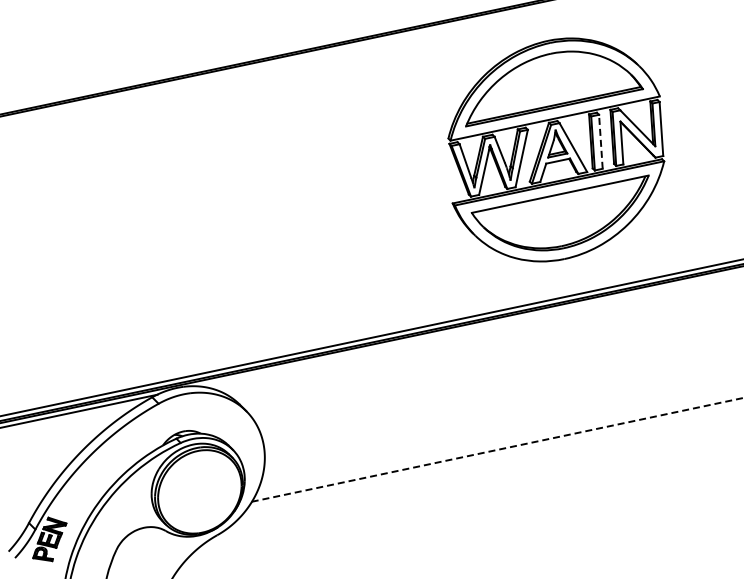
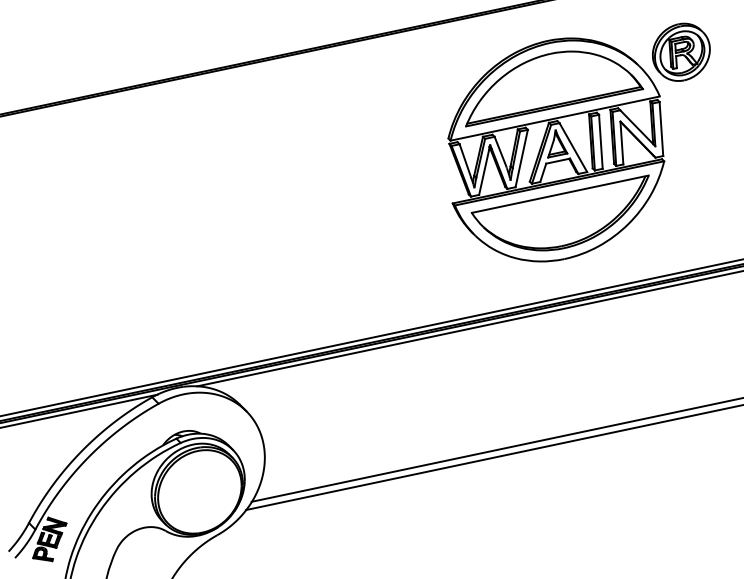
part at (681, 51): none -> present
line at (600, 141): dashed -> solid
line at (468, 328): none -> present
line at (497, 449): dashed -> solid
line at (492, 457): none -> present
